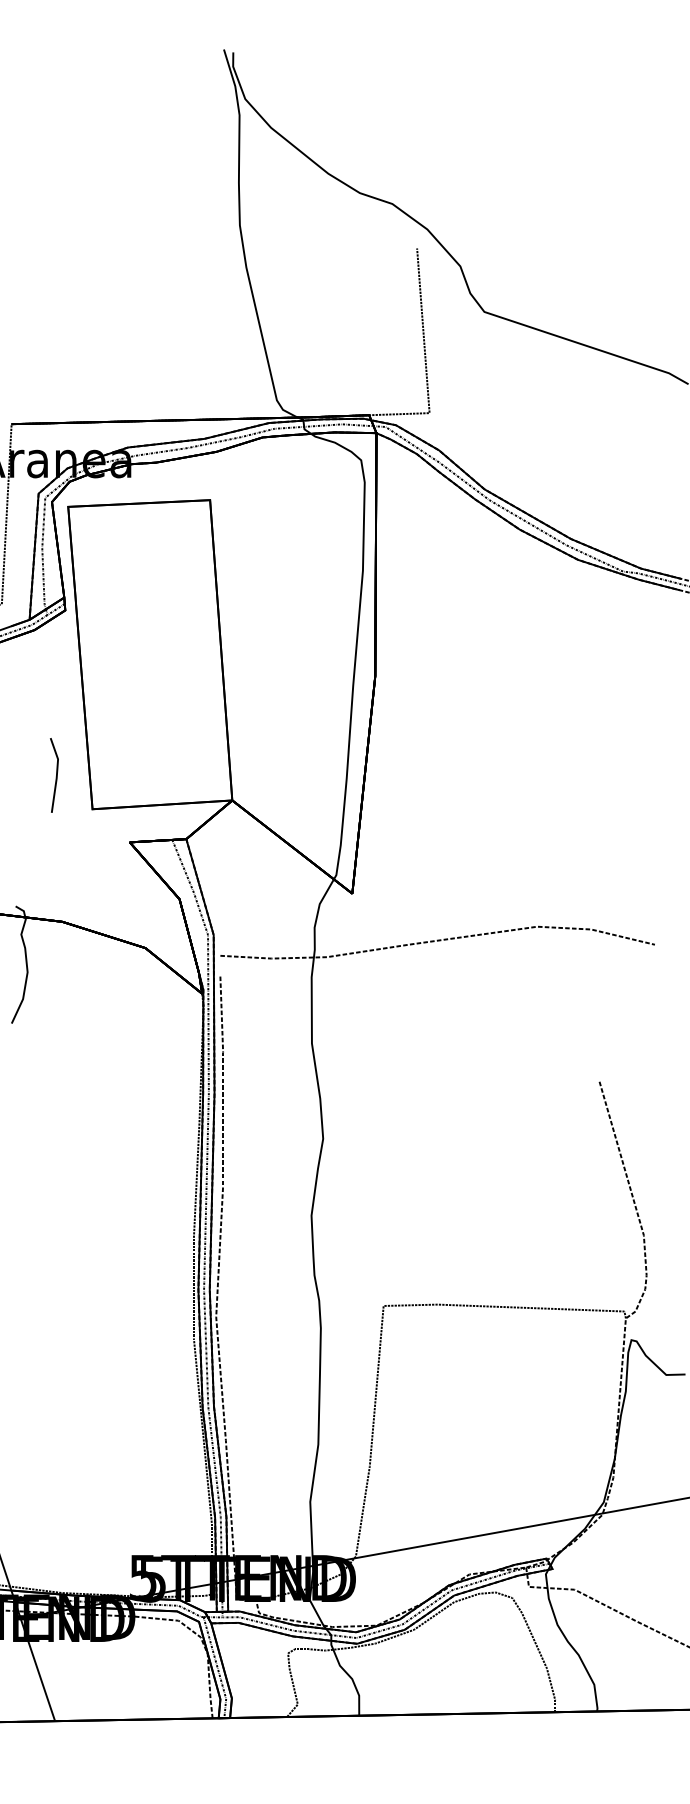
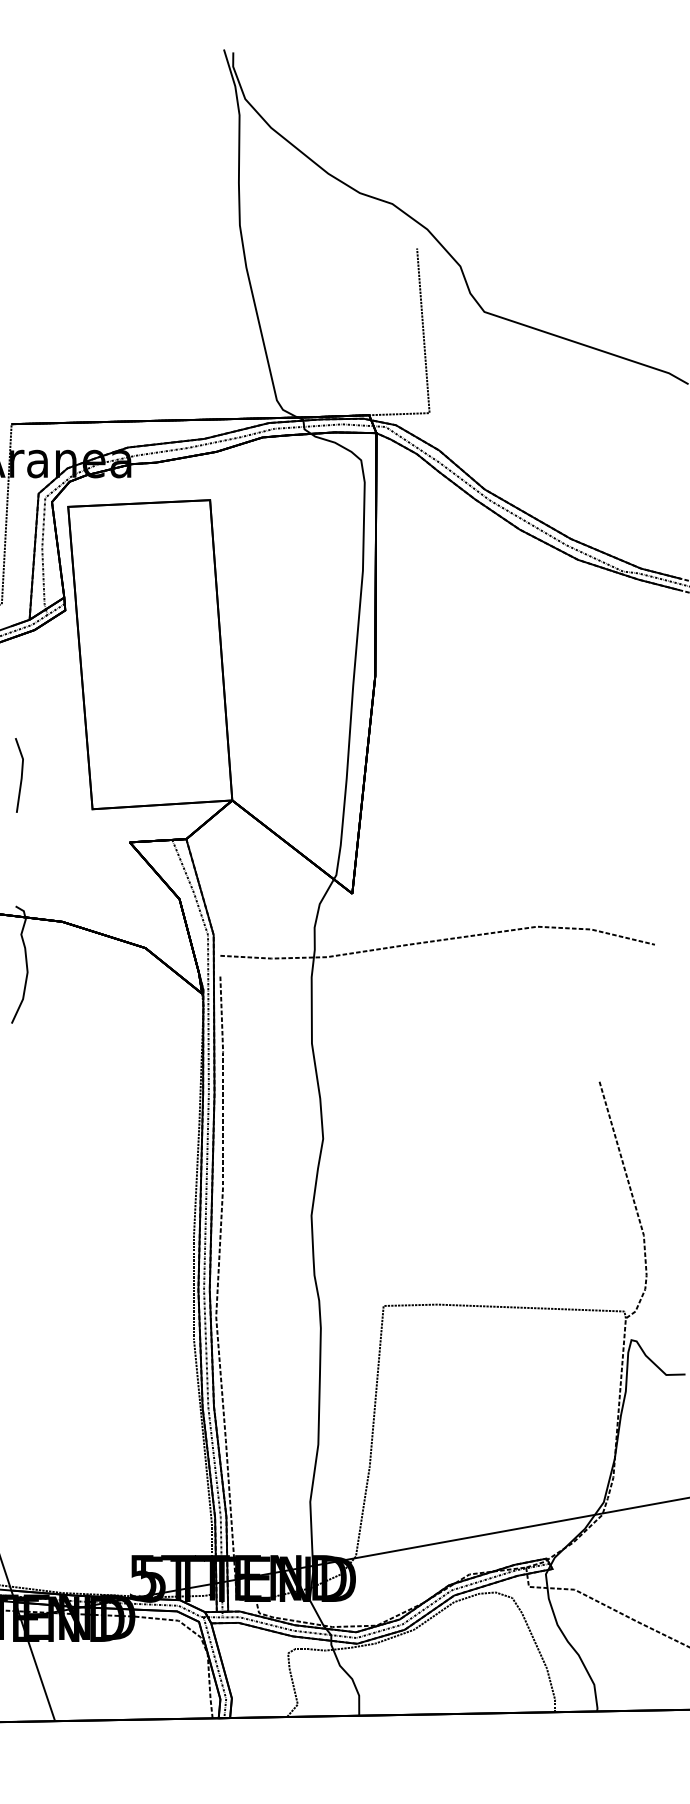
line at (55, 776) position: (55, 776) -> (20, 776)
